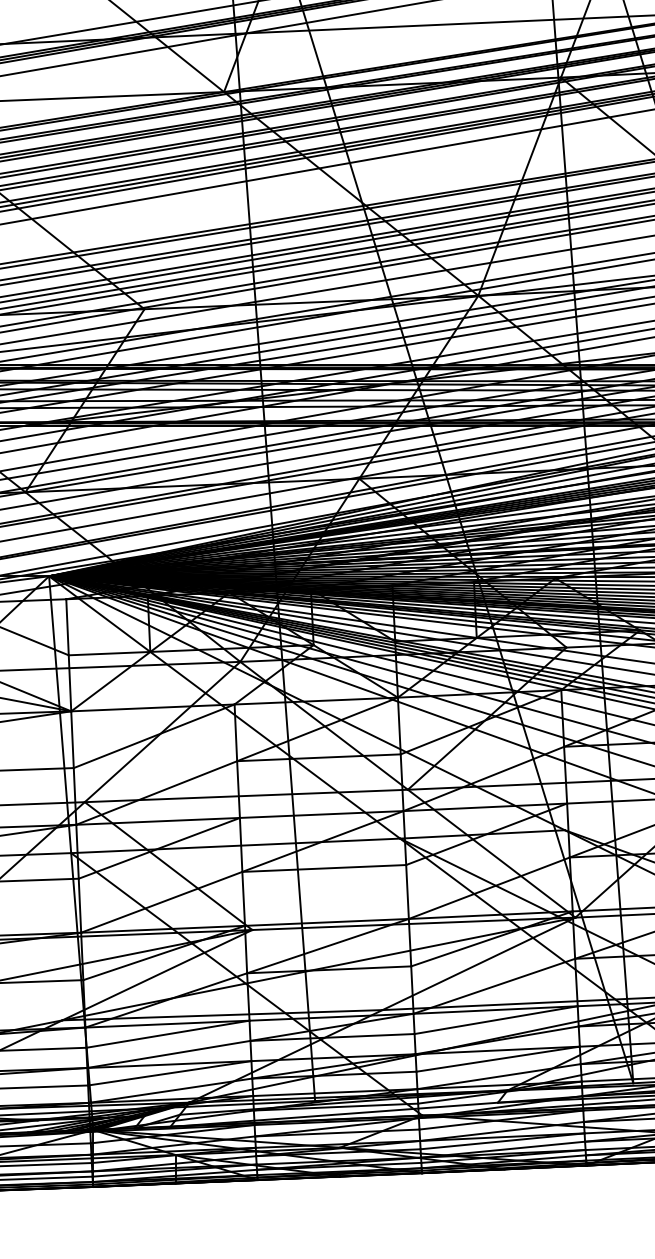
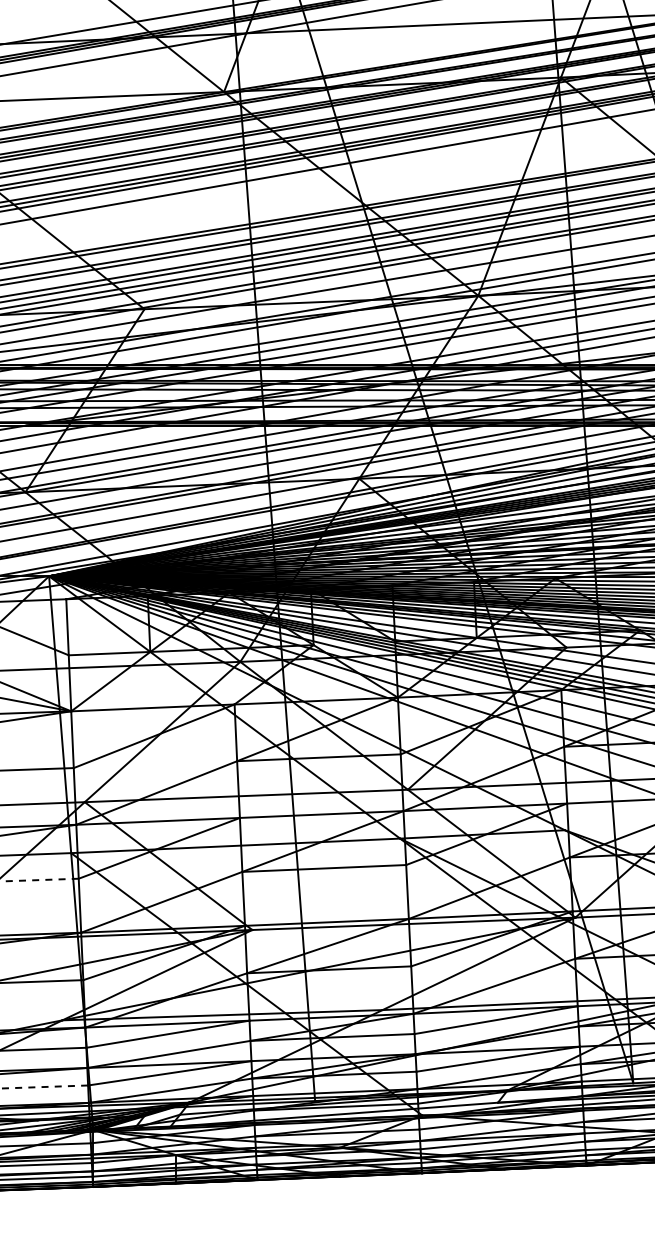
line at (39, 880): solid -> dashed
line at (44, 1087): solid -> dashed
